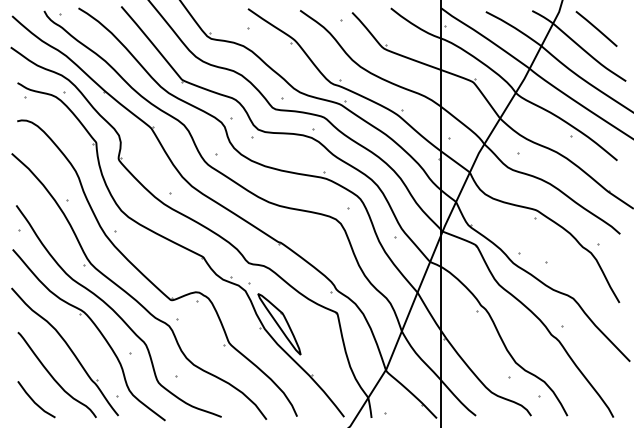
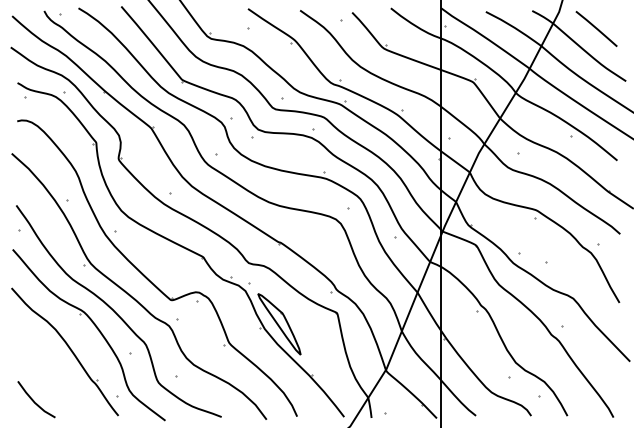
curve at (53, 376): present -> none
